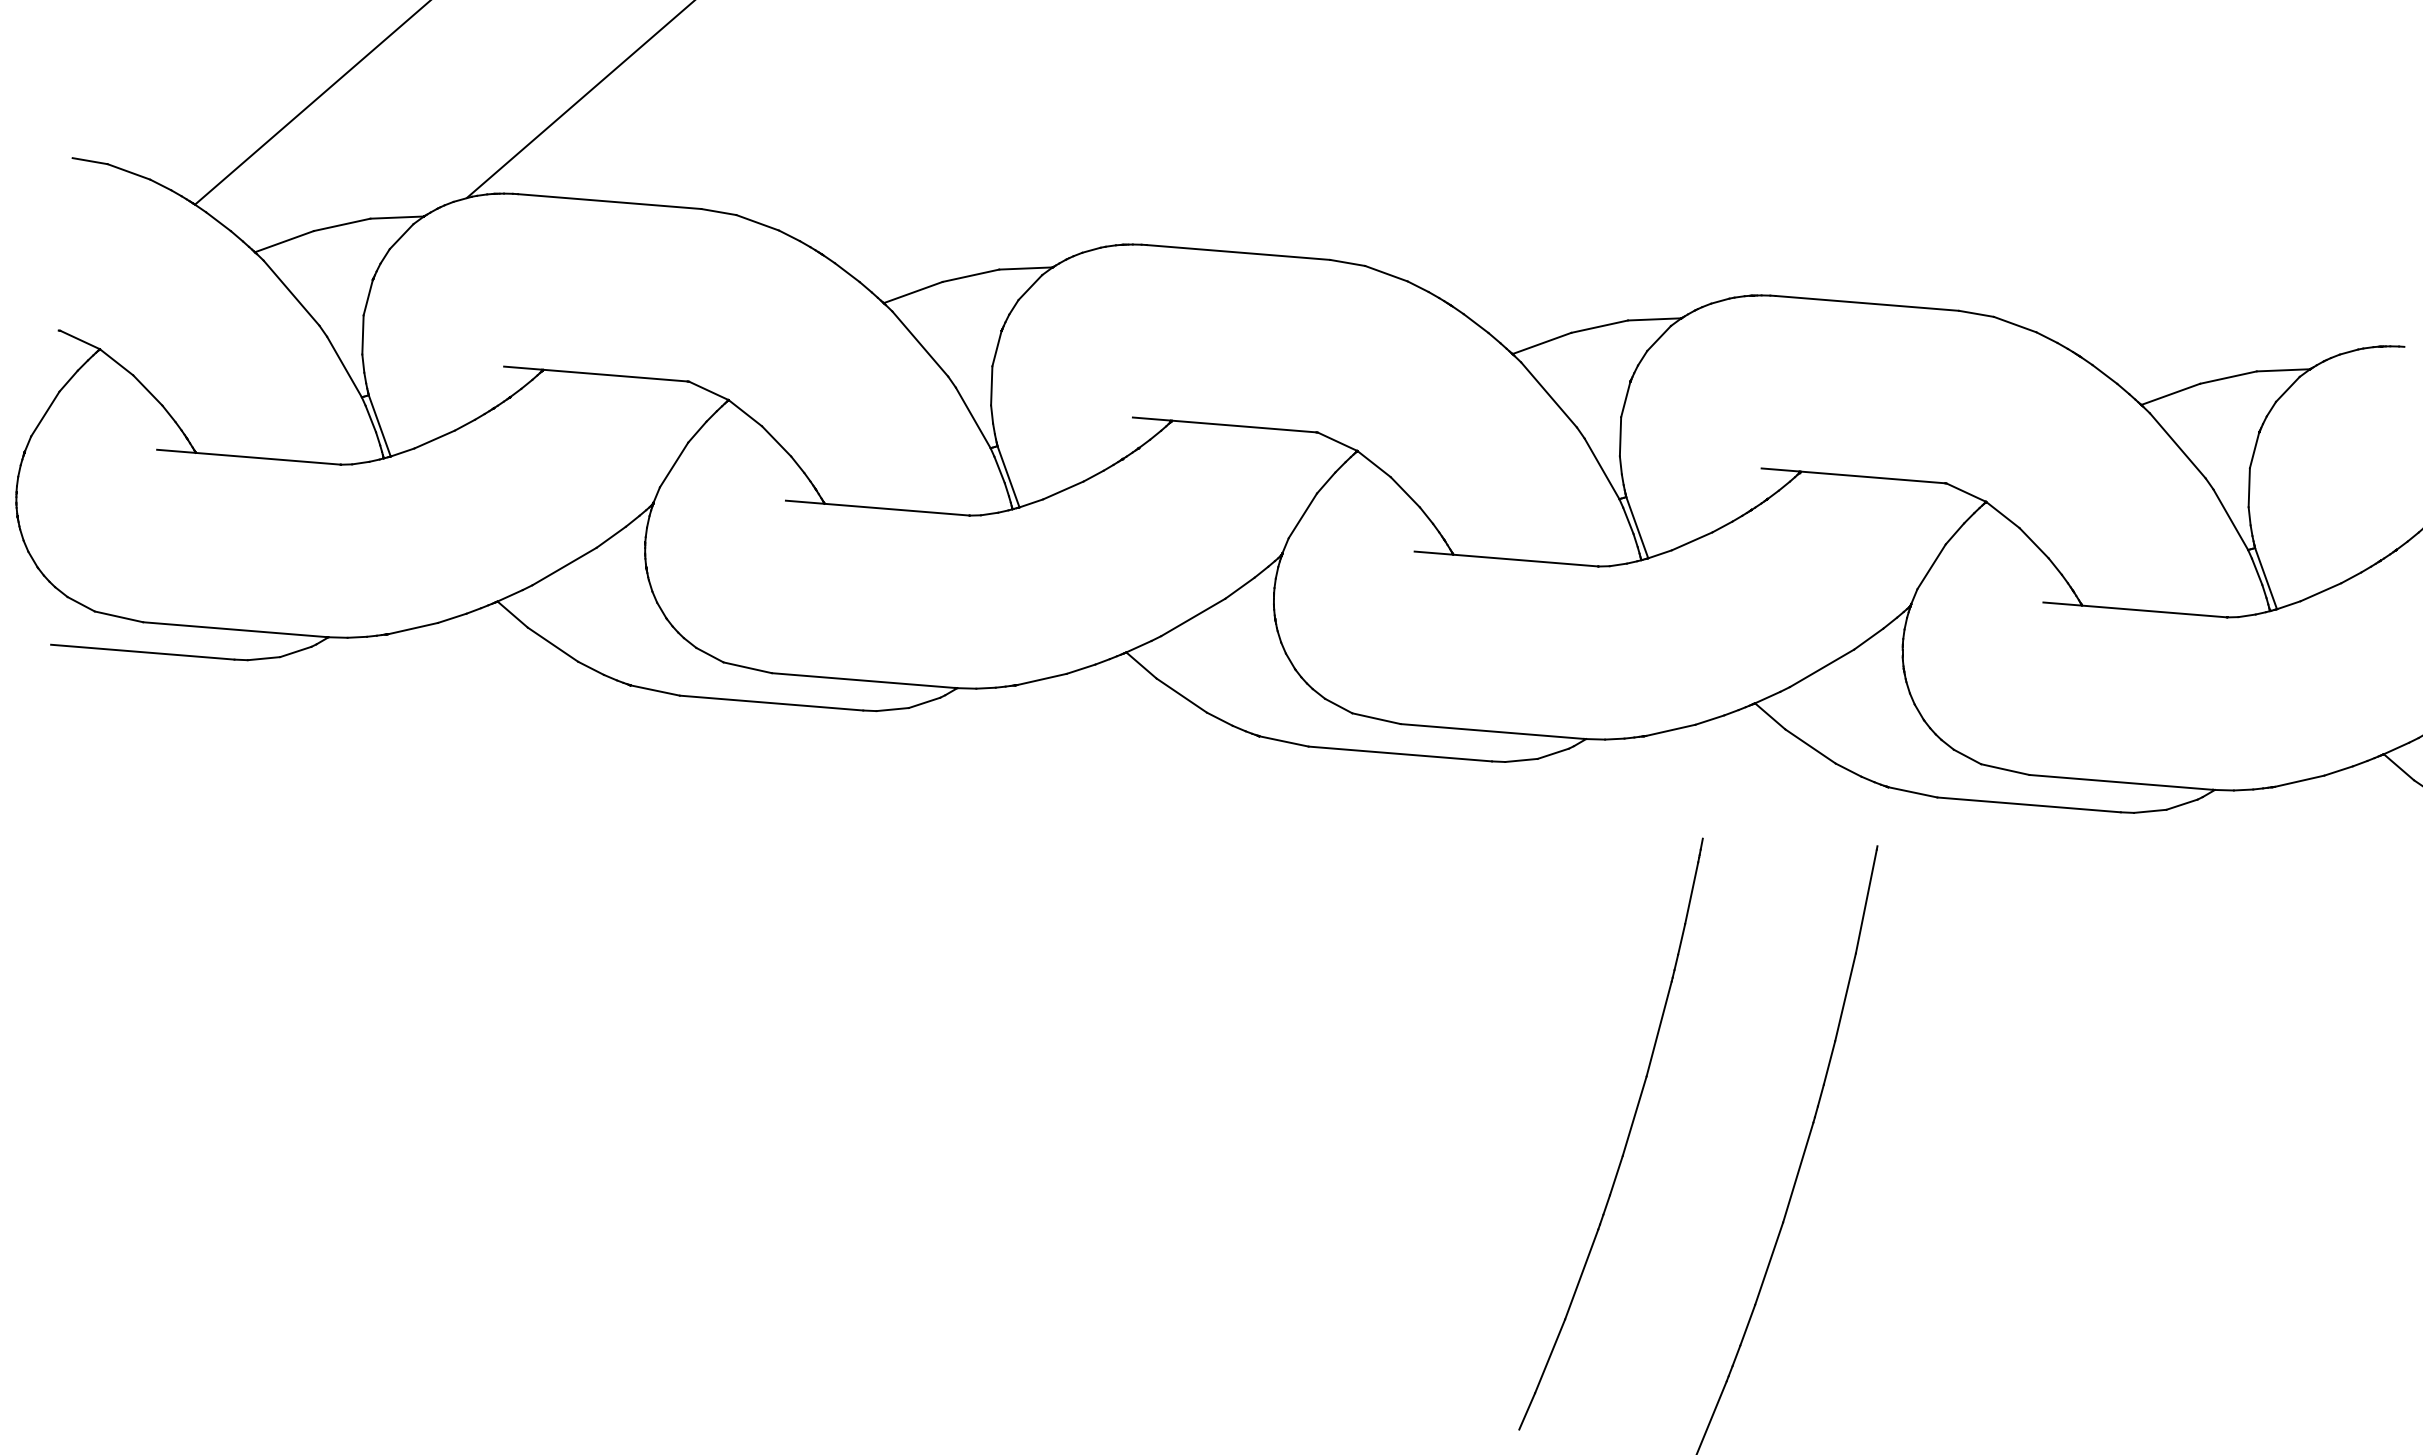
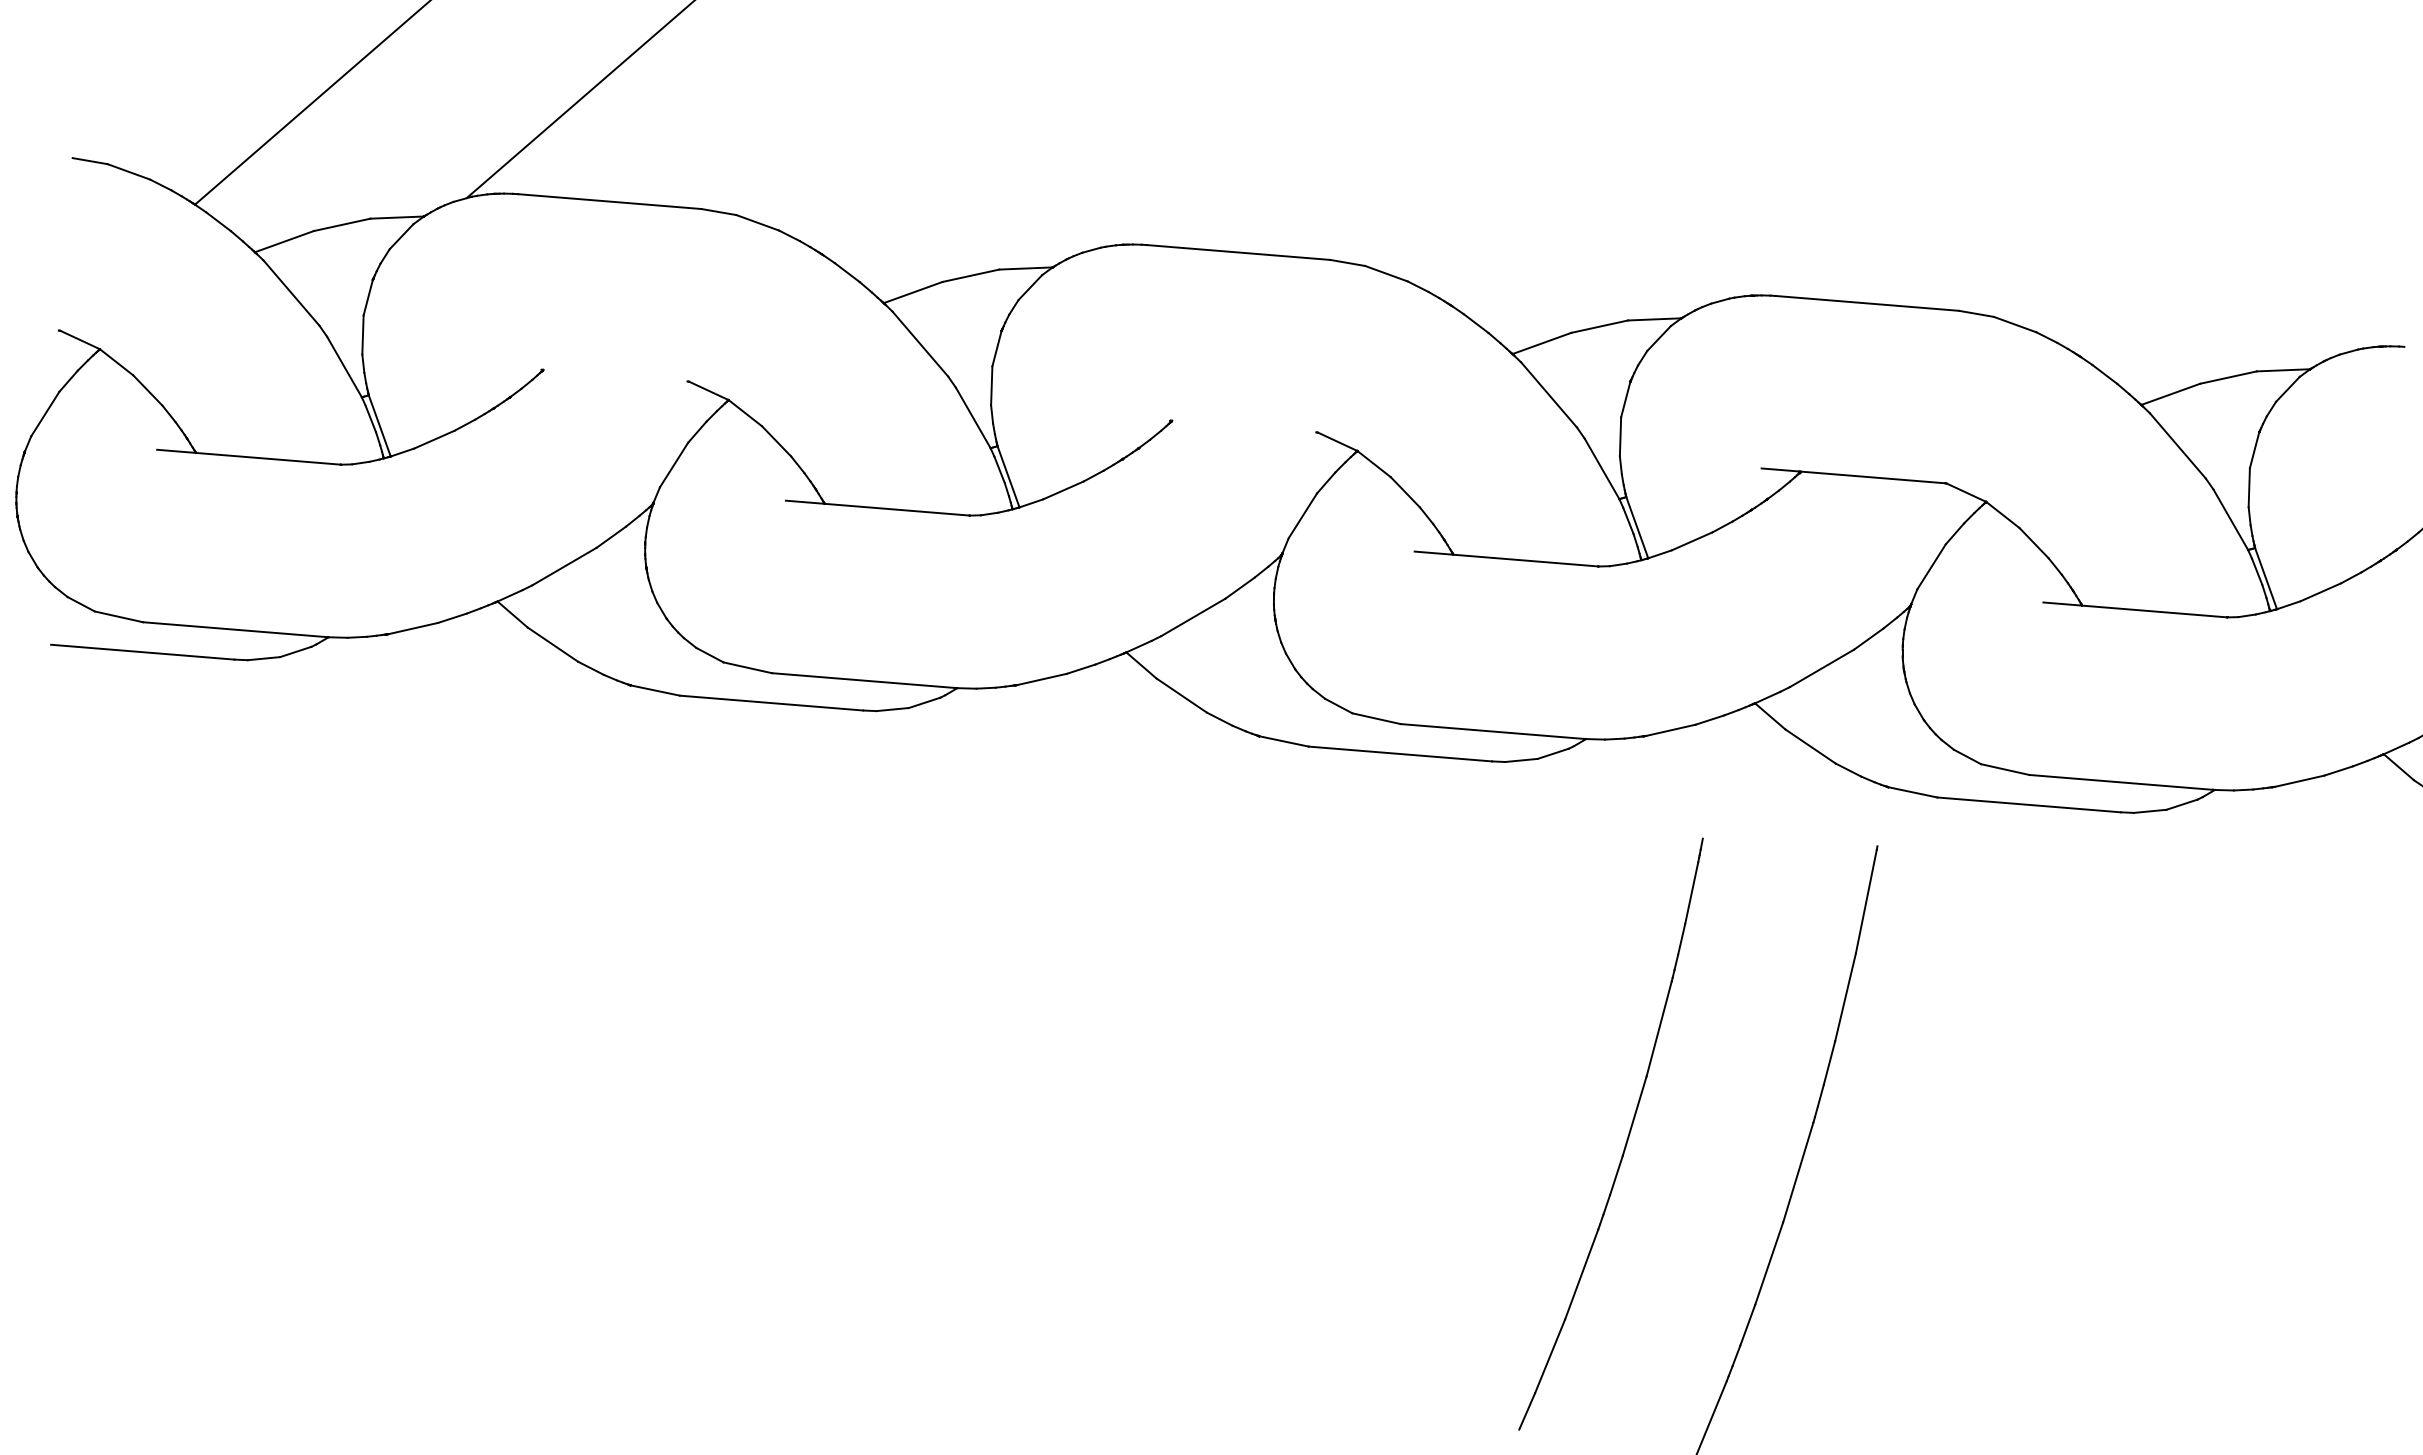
line at (595, 373): present -> none
line at (1224, 424): present -> none
